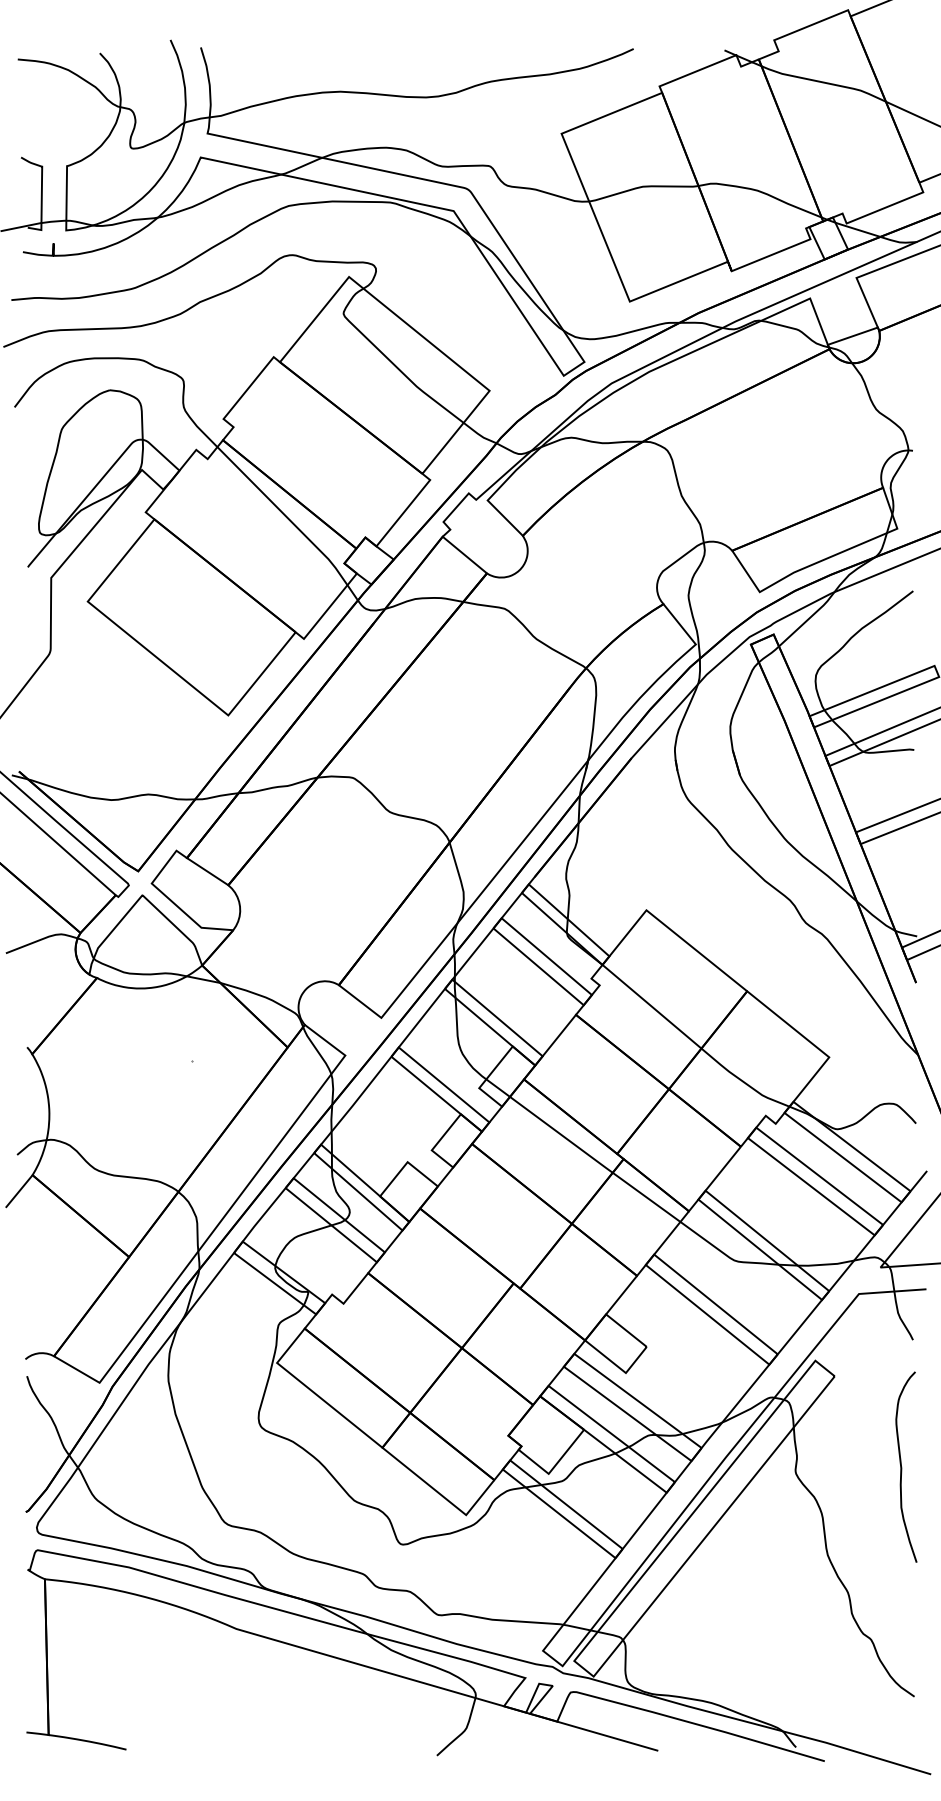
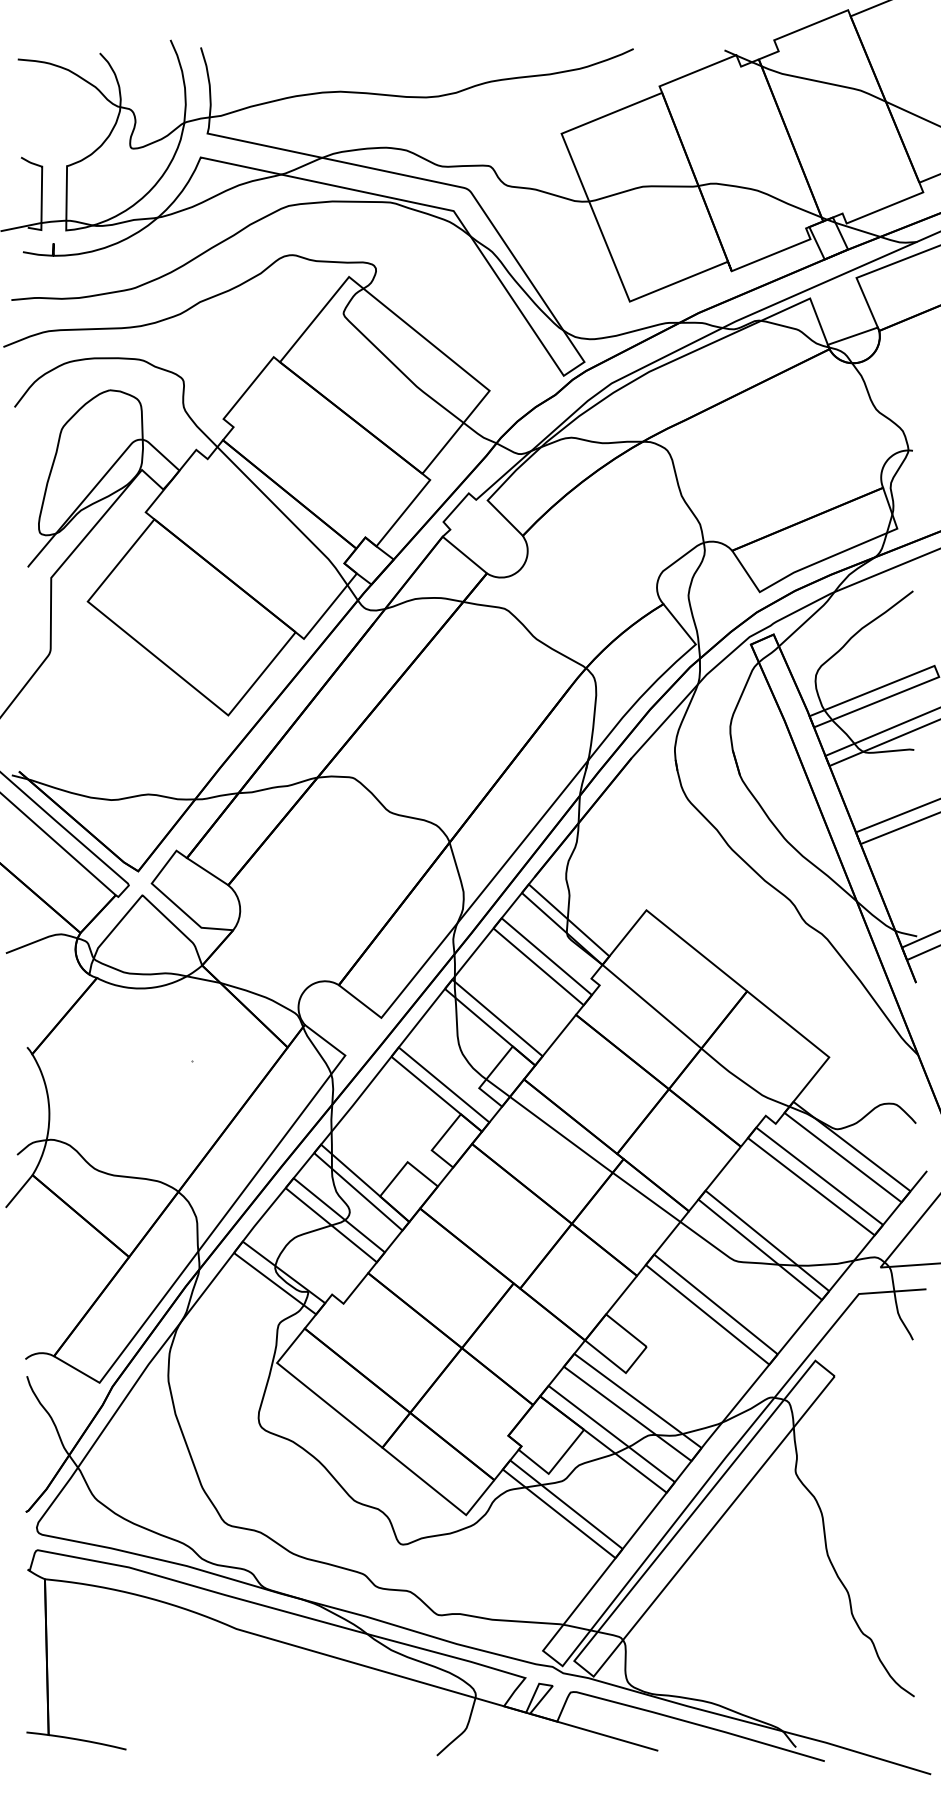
curve at (902, 1467): present -> none
